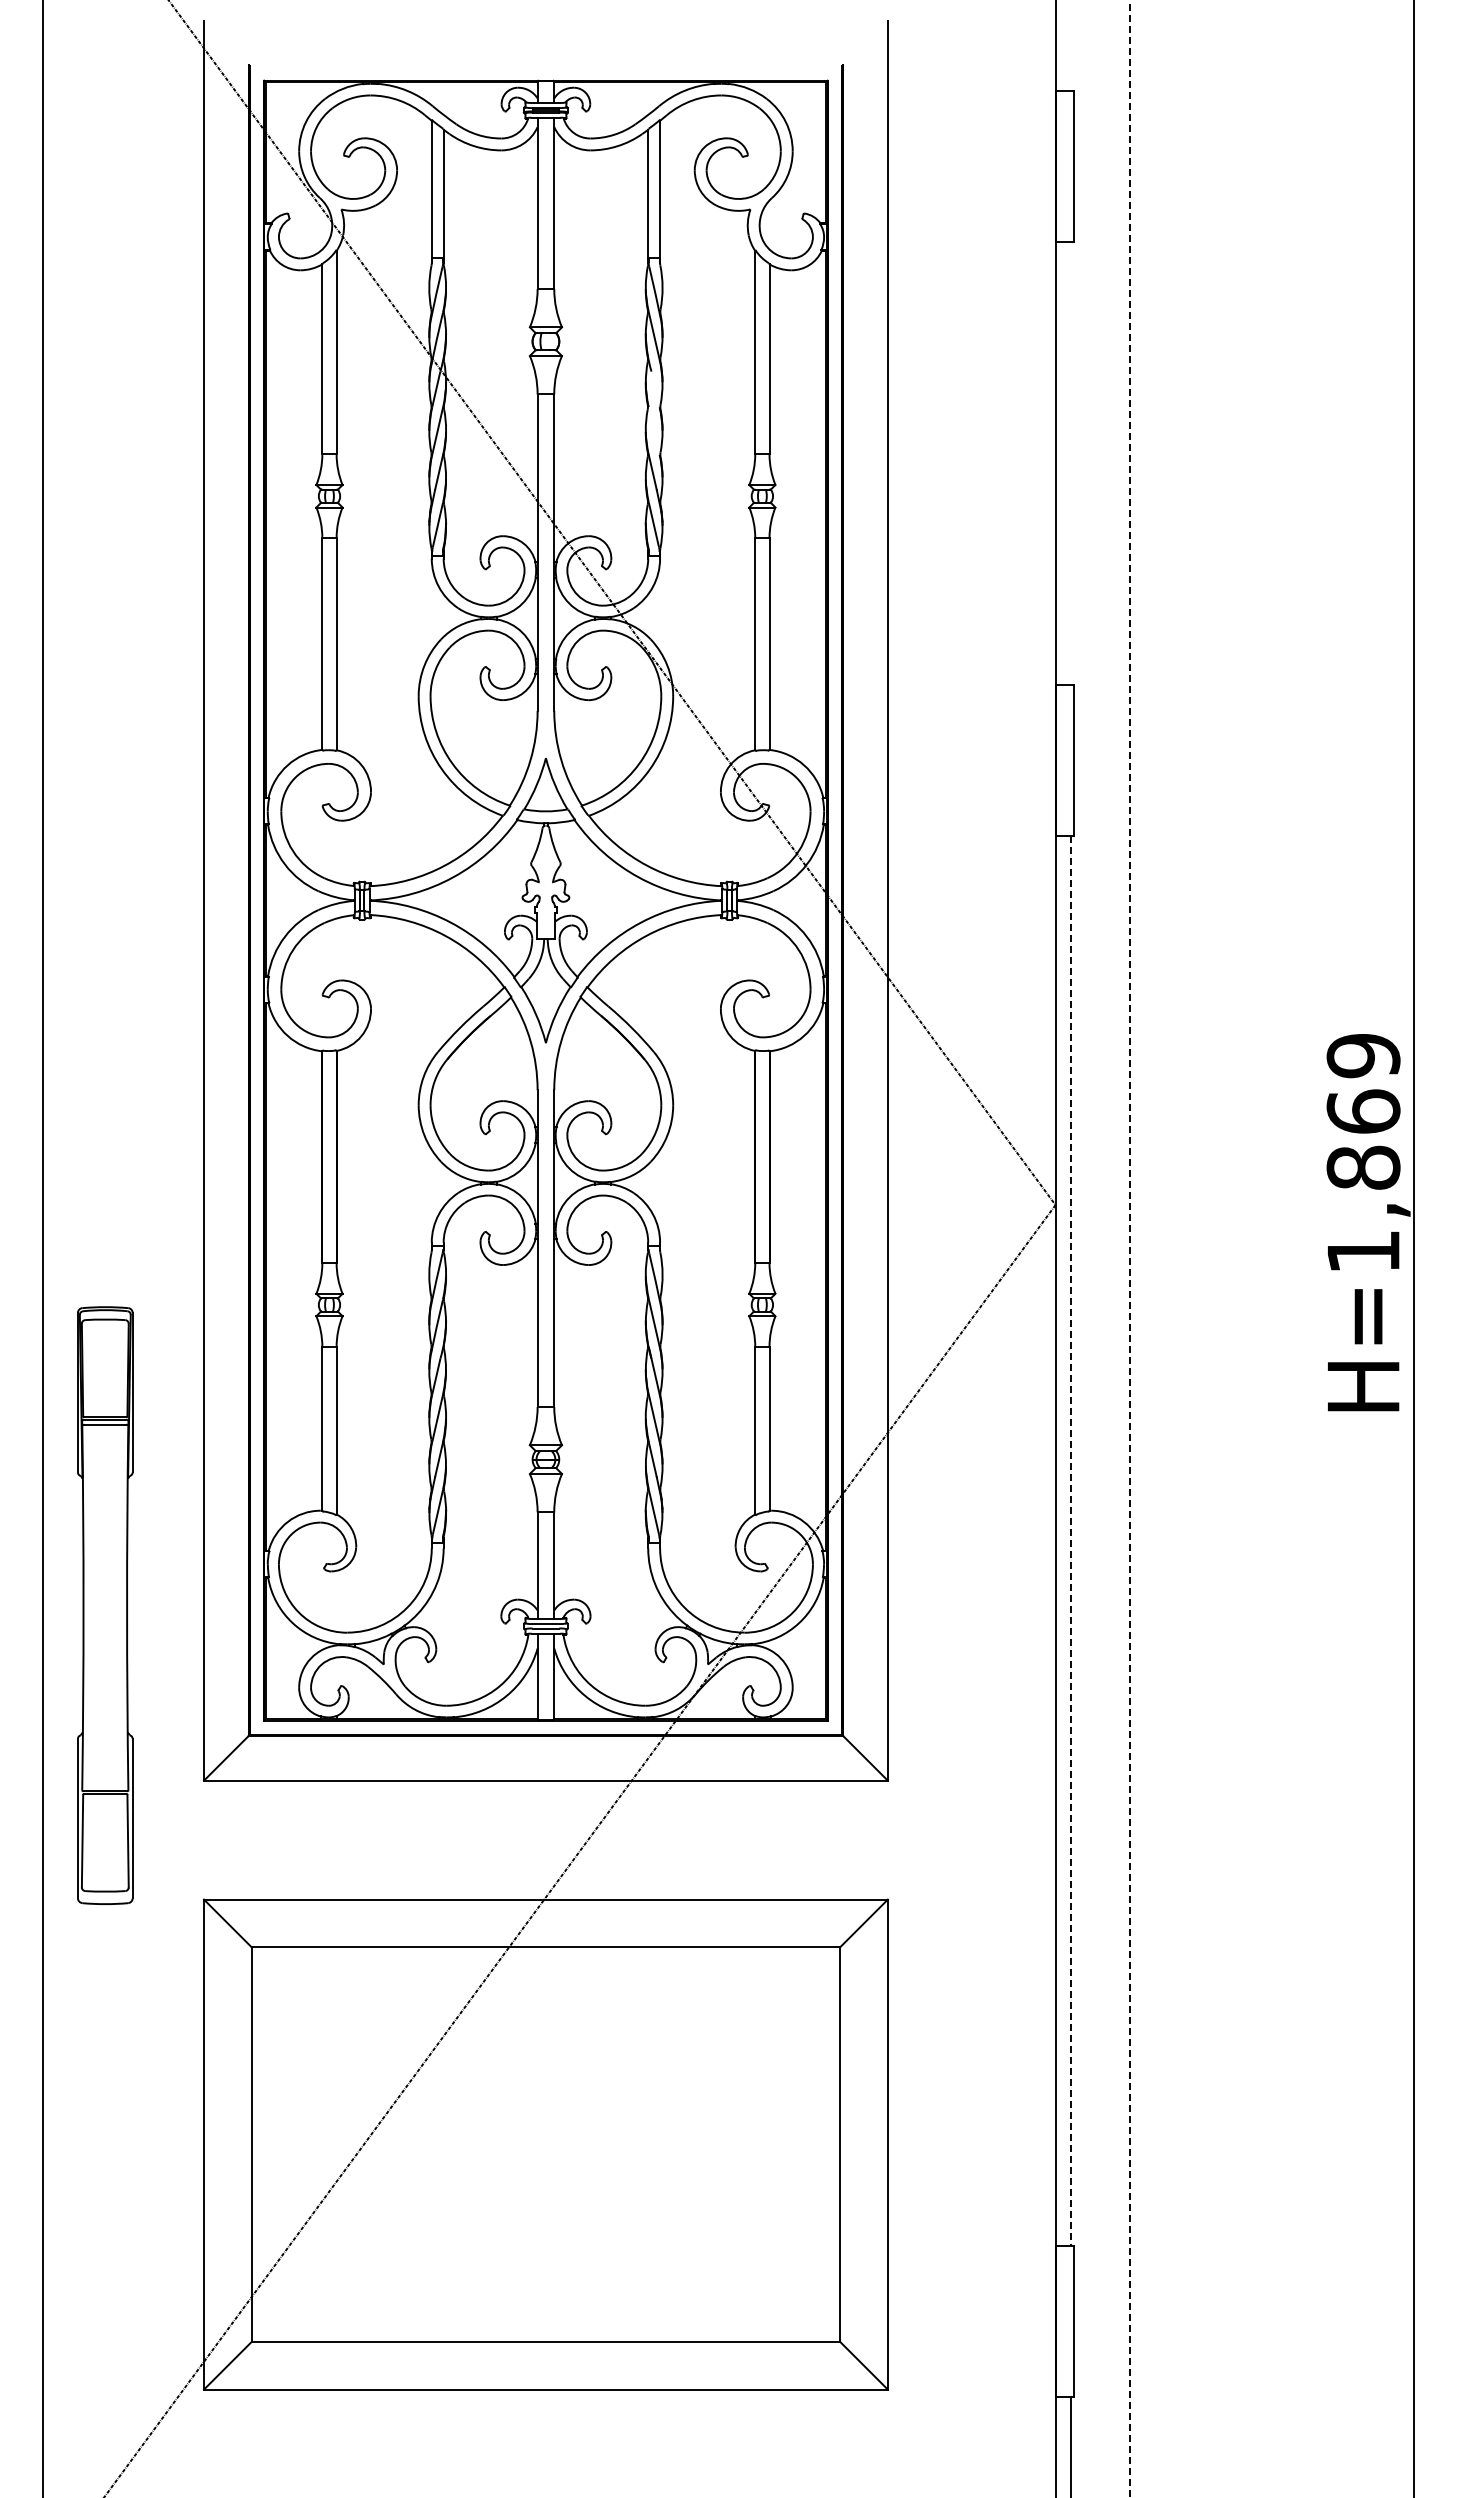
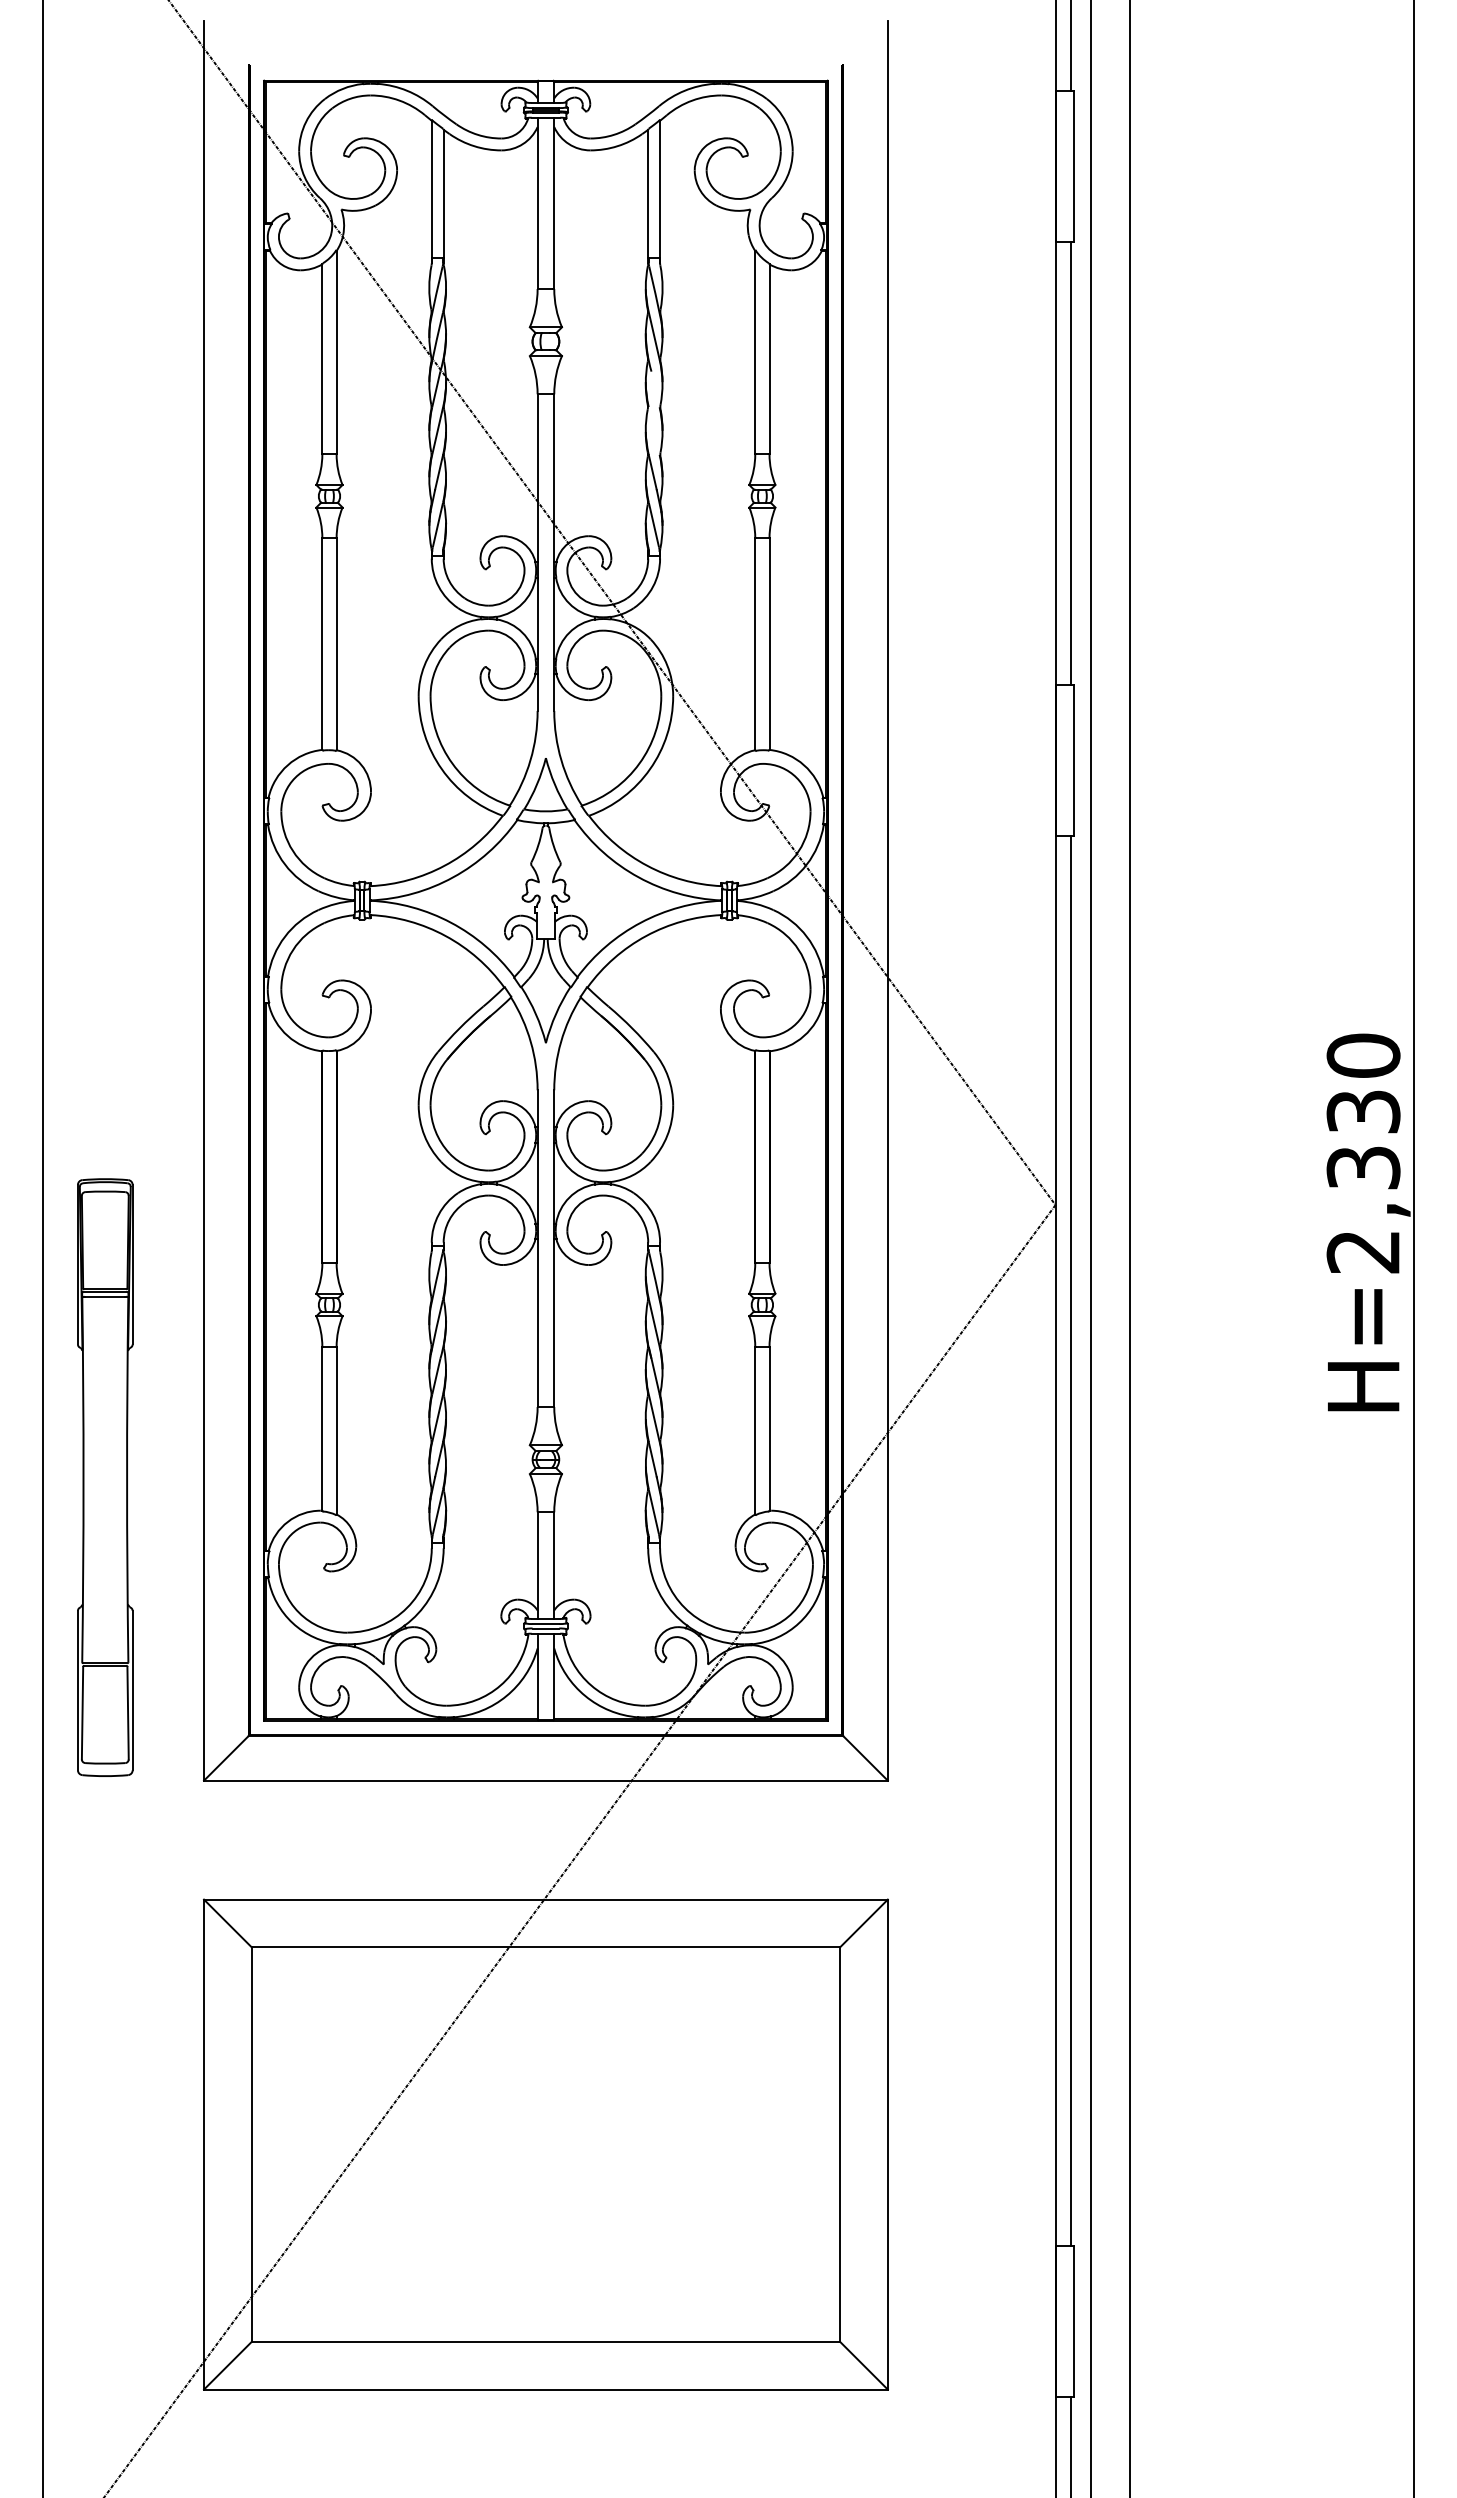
line at (1071, 46): none -> present
line at (1071, 463): none -> present
text at (1363, 1153): H=1,869 -> H=2,330
line at (1091, 1248): none -> present
line at (1130, 1249): dashed -> solid
line at (1071, 1541): dashed -> solid
part at (105, 1605) position: (105, 1605) -> (105, 1477)
